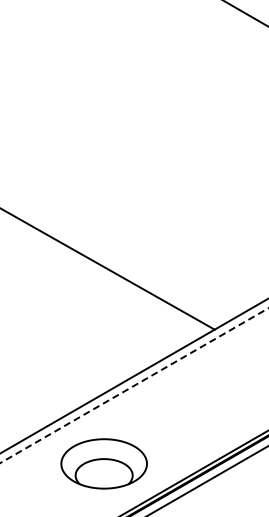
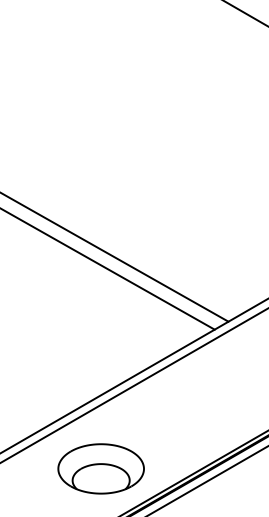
line at (115, 257): none -> present
line at (134, 385): dashed -> solid
part at (103, 463) position: (103, 463) -> (100, 468)
